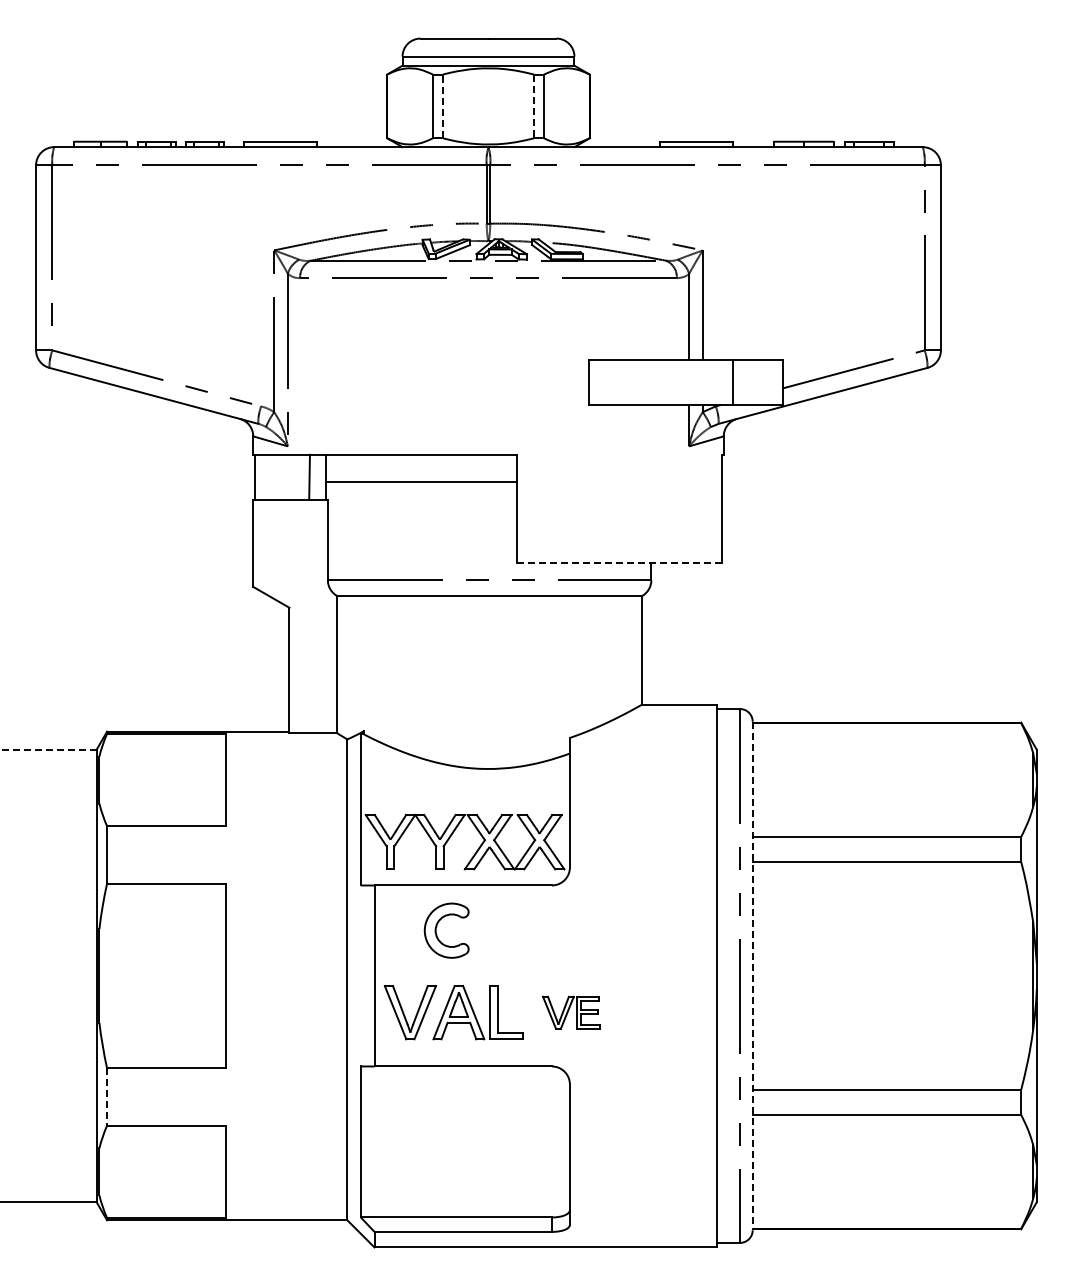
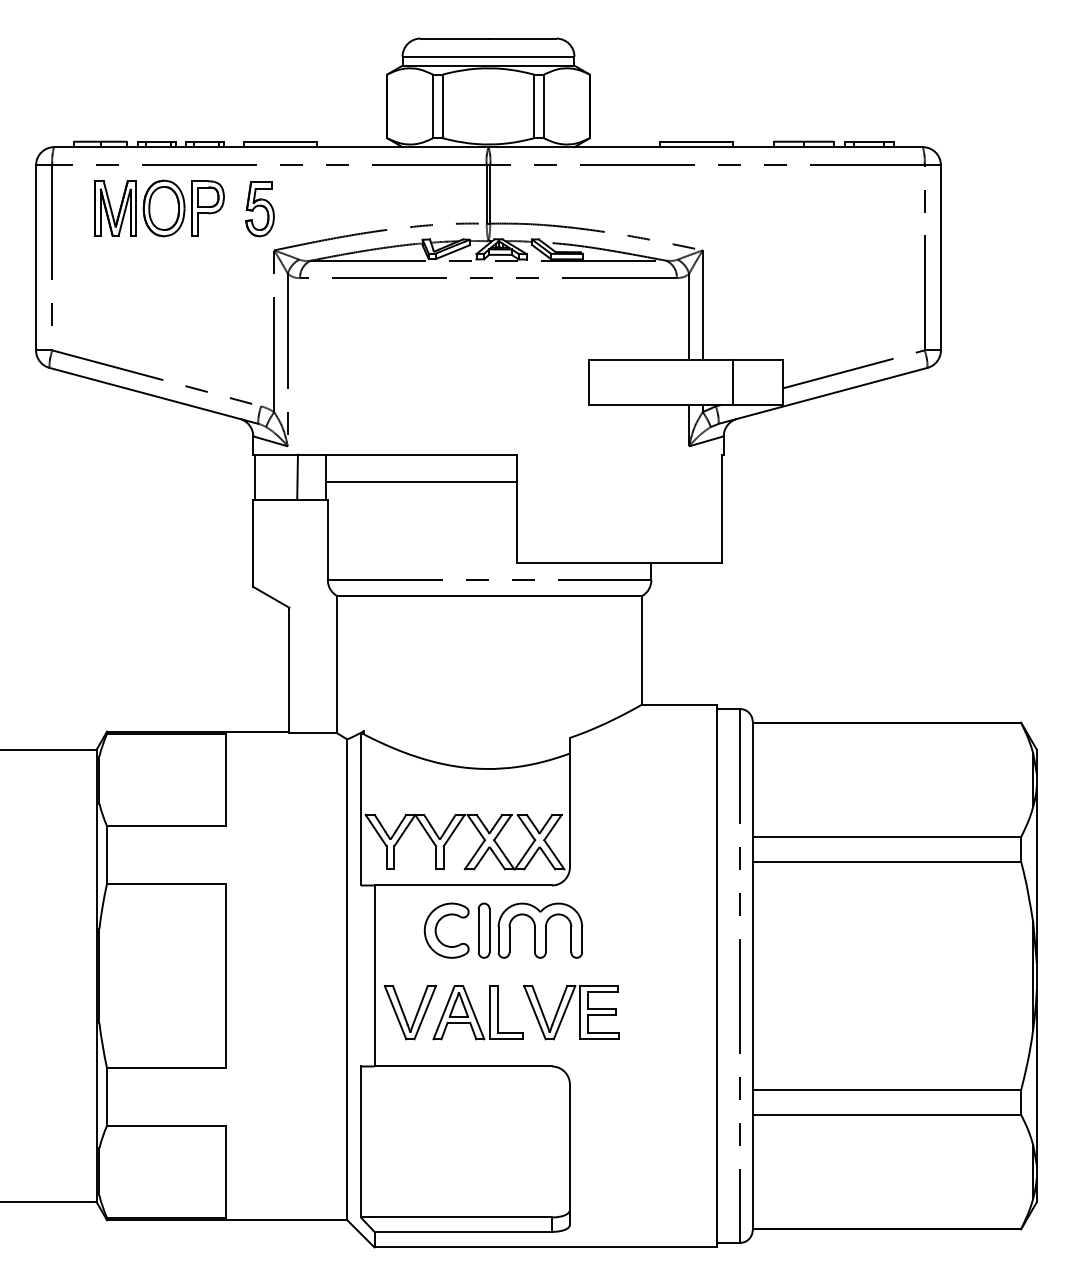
line at (442, 106): dashed -> solid
line at (534, 106): dashed -> solid
part at (159, 208): none -> present
part at (259, 209): none -> present
line at (309, 477) position: (309, 477) -> (297, 477)
line at (620, 563): dashed -> solid
line at (48, 749): dashed -> solid
part at (530, 930): none -> present
line at (752, 976): dashed -> solid
part at (571, 1012) size: 59x35 px -> 97x56 px
line at (107, 1096): dashed -> solid
